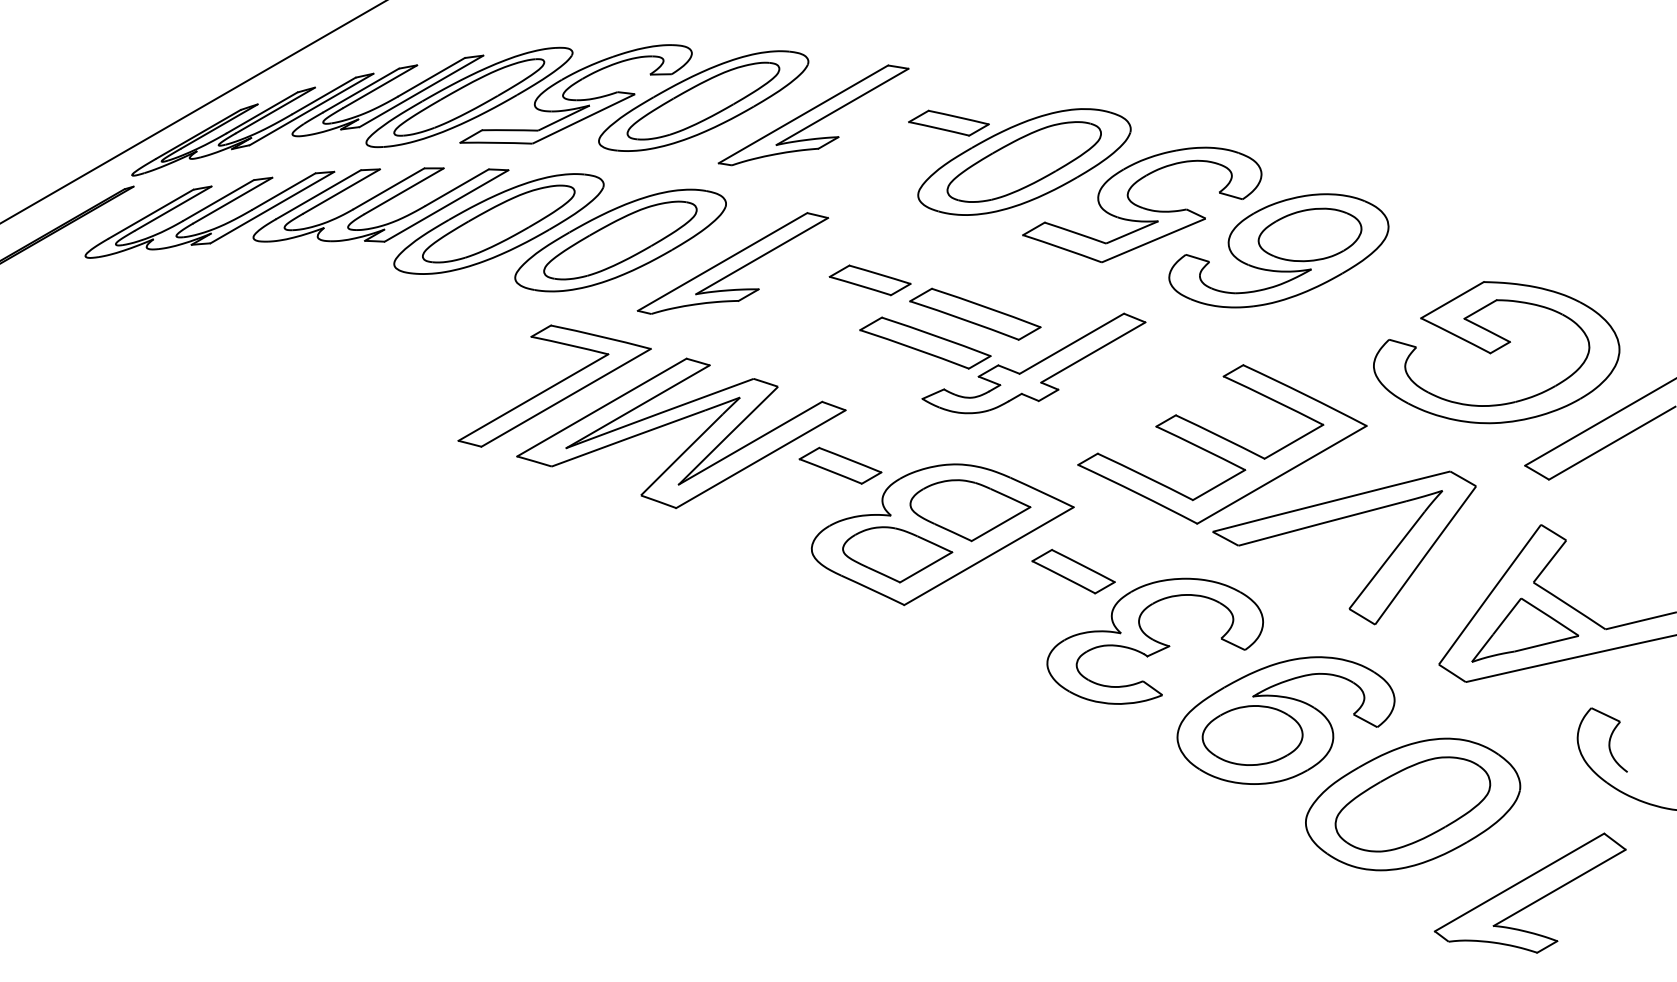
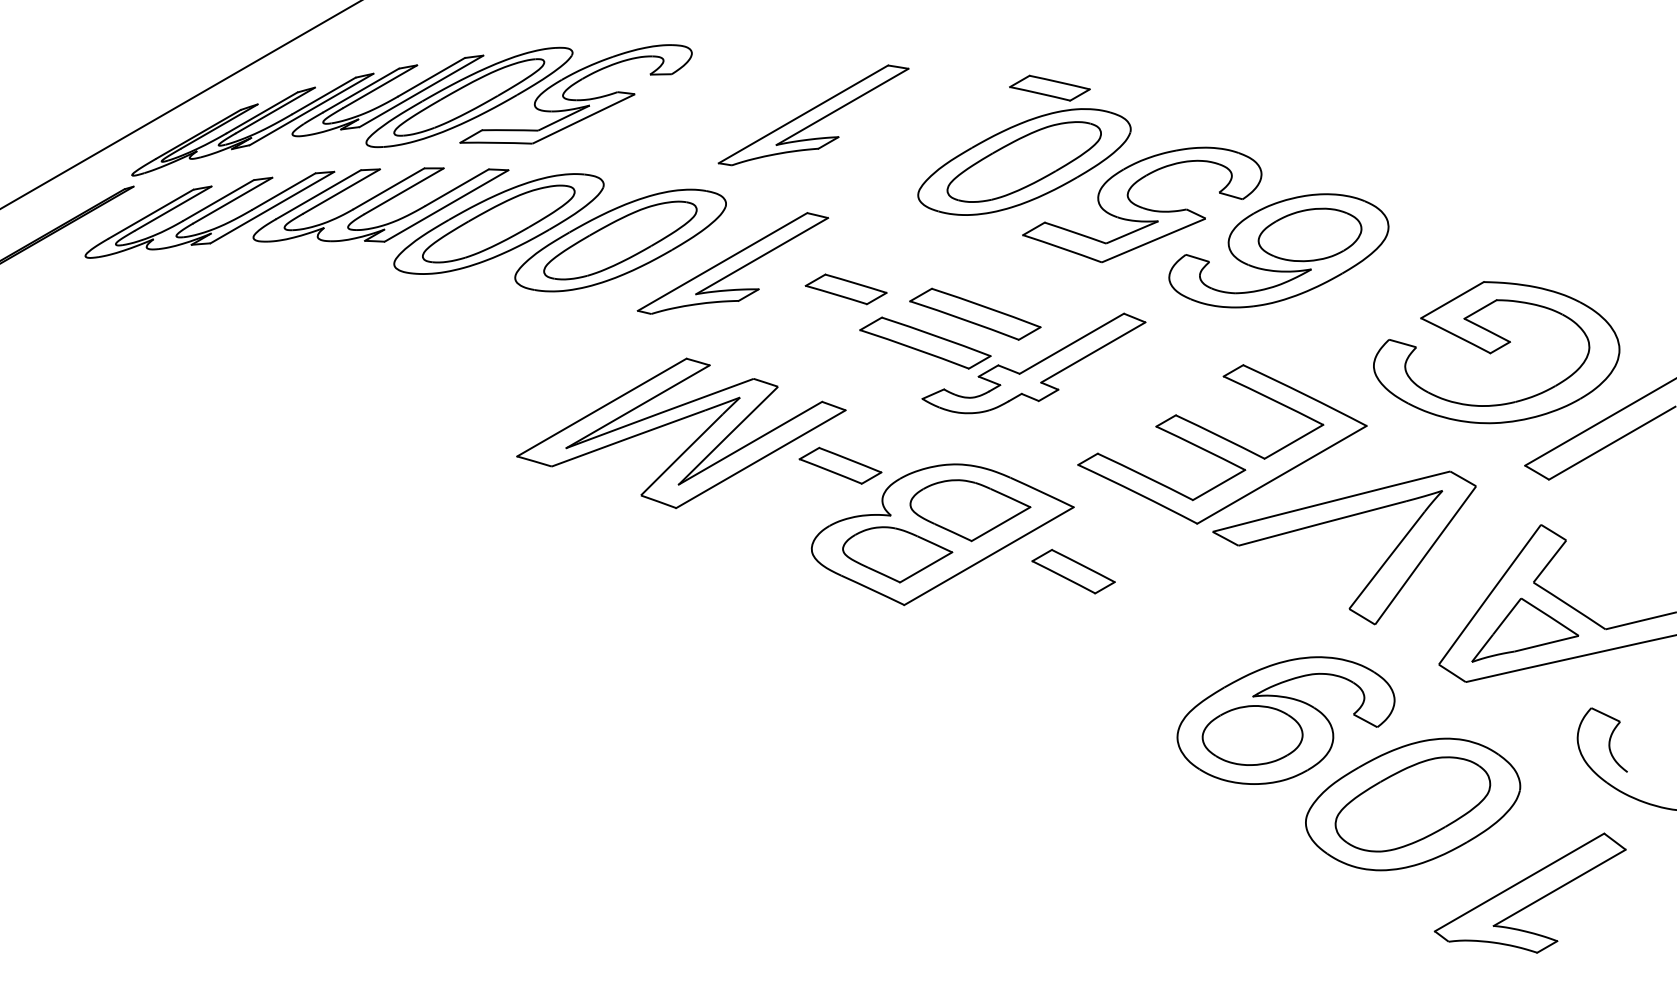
part at (703, 100): present -> none
line at (192, 112) position: (192, 112) -> (180, 104)
part at (948, 122) position: (948, 122) -> (1049, 87)
part at (869, 280) position: (869, 280) -> (845, 289)
part at (554, 385): present -> none
part at (1154, 640): present -> none
